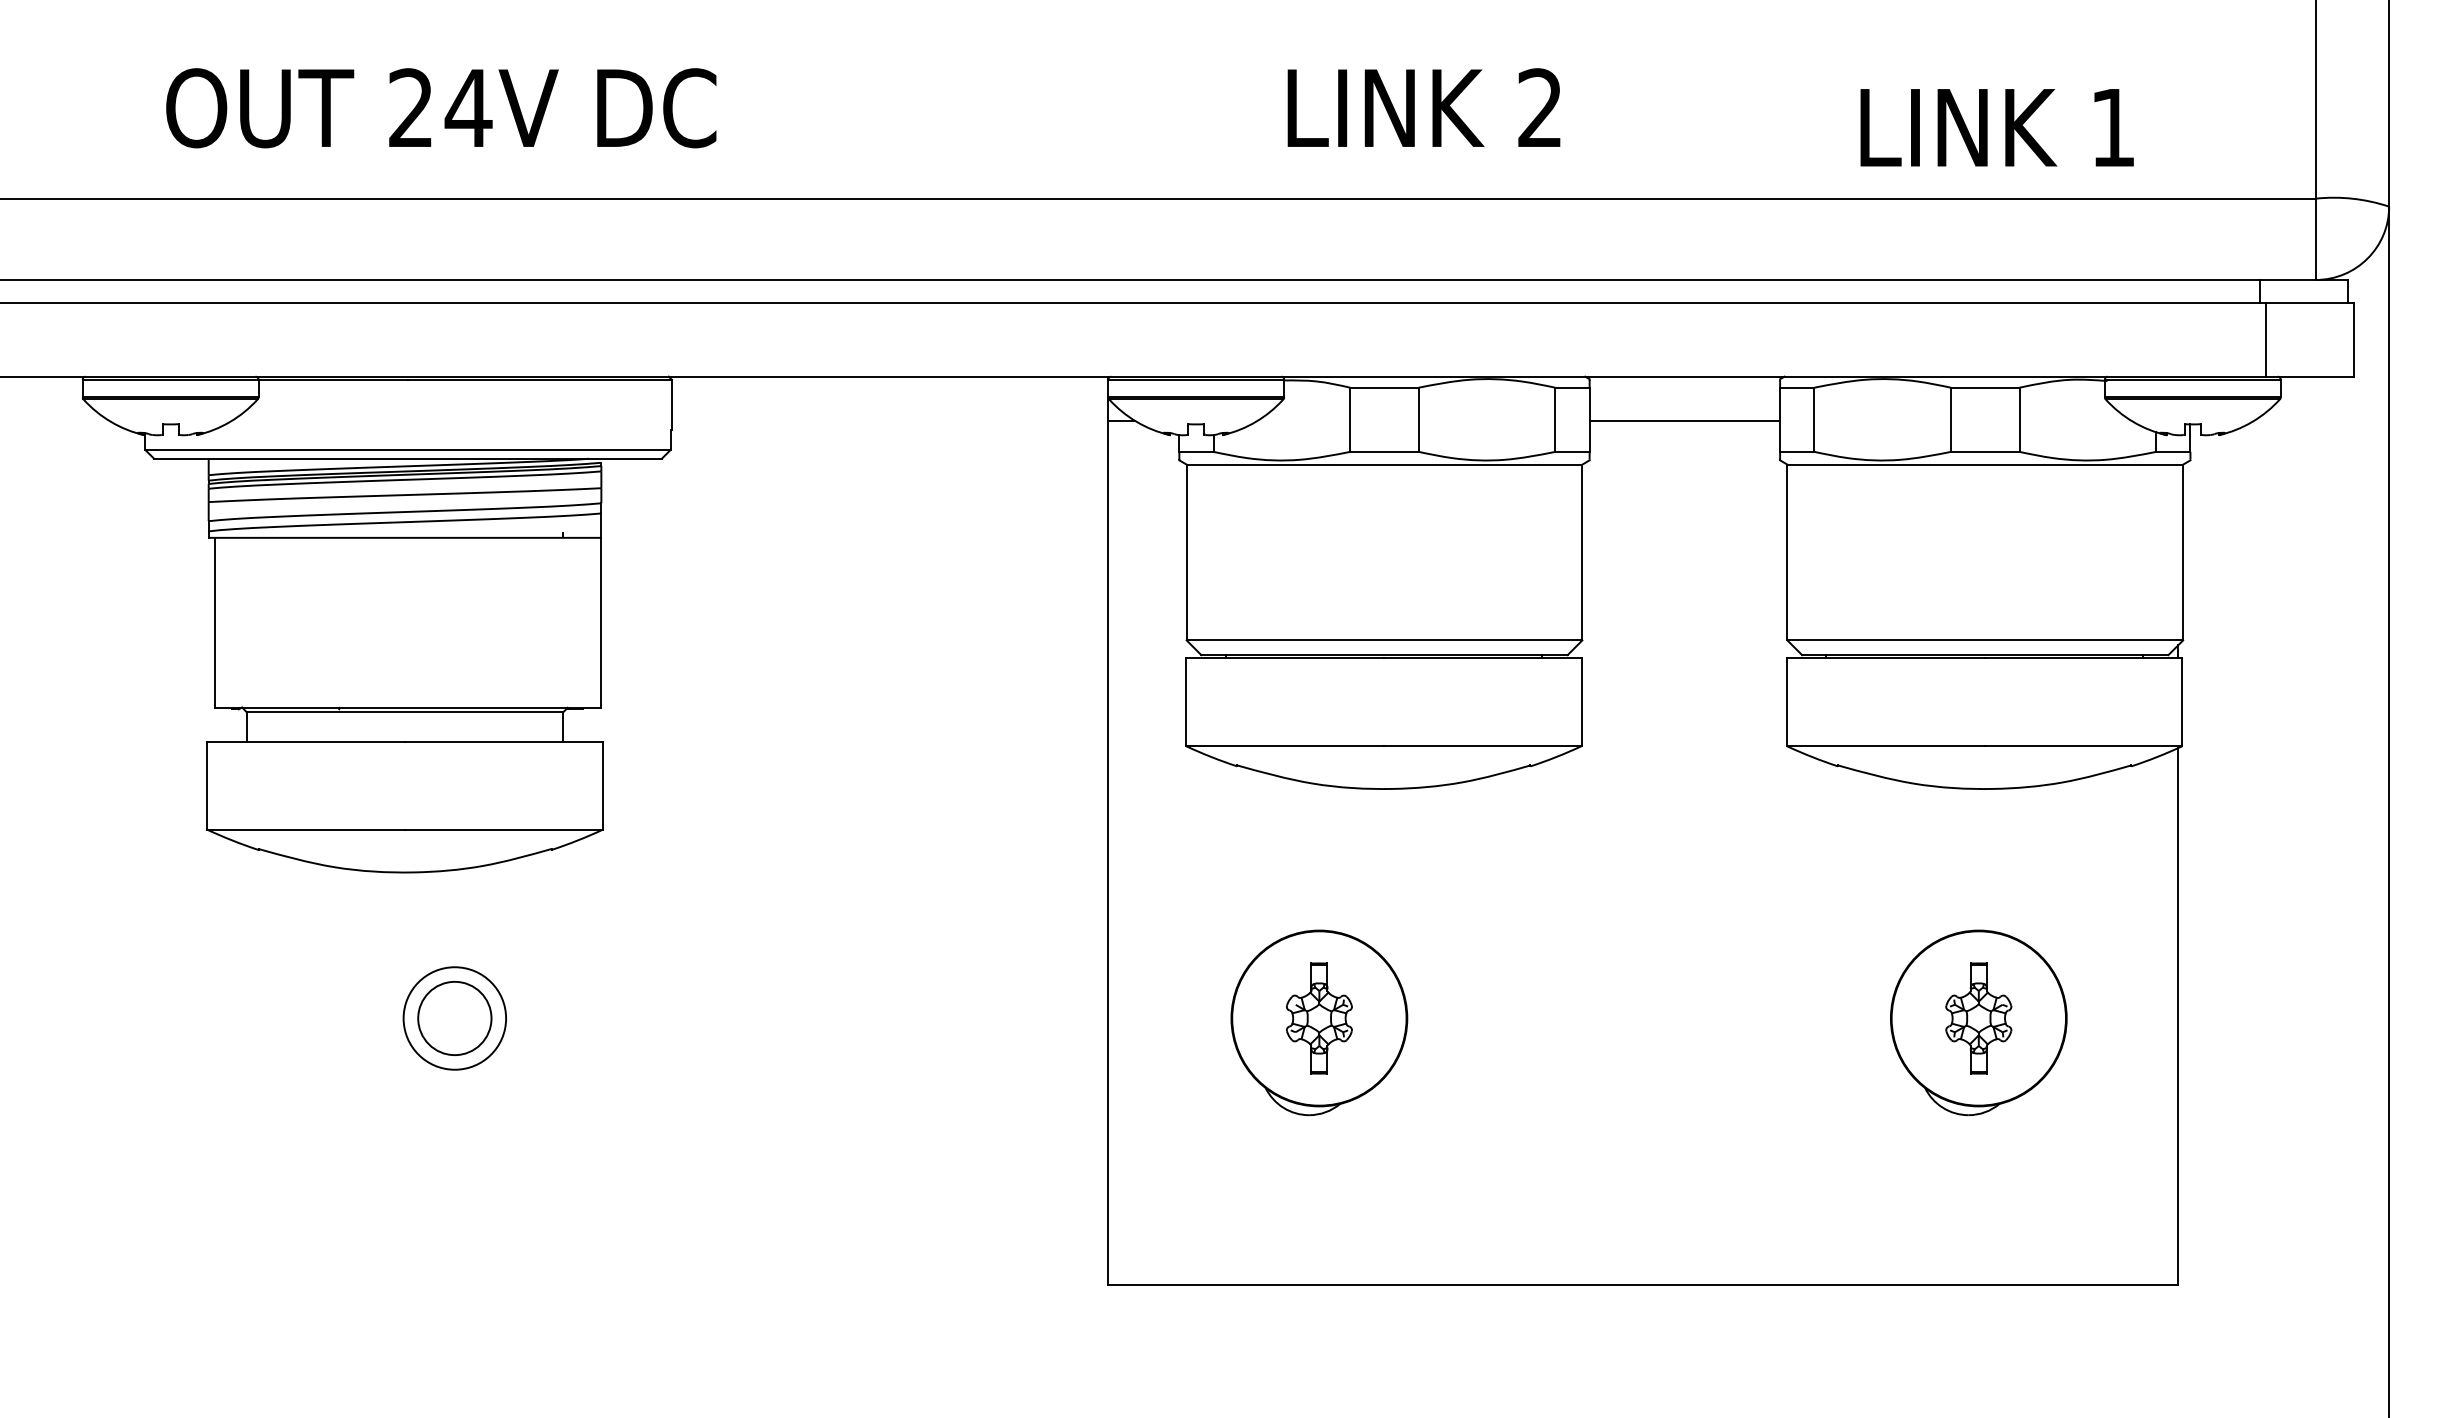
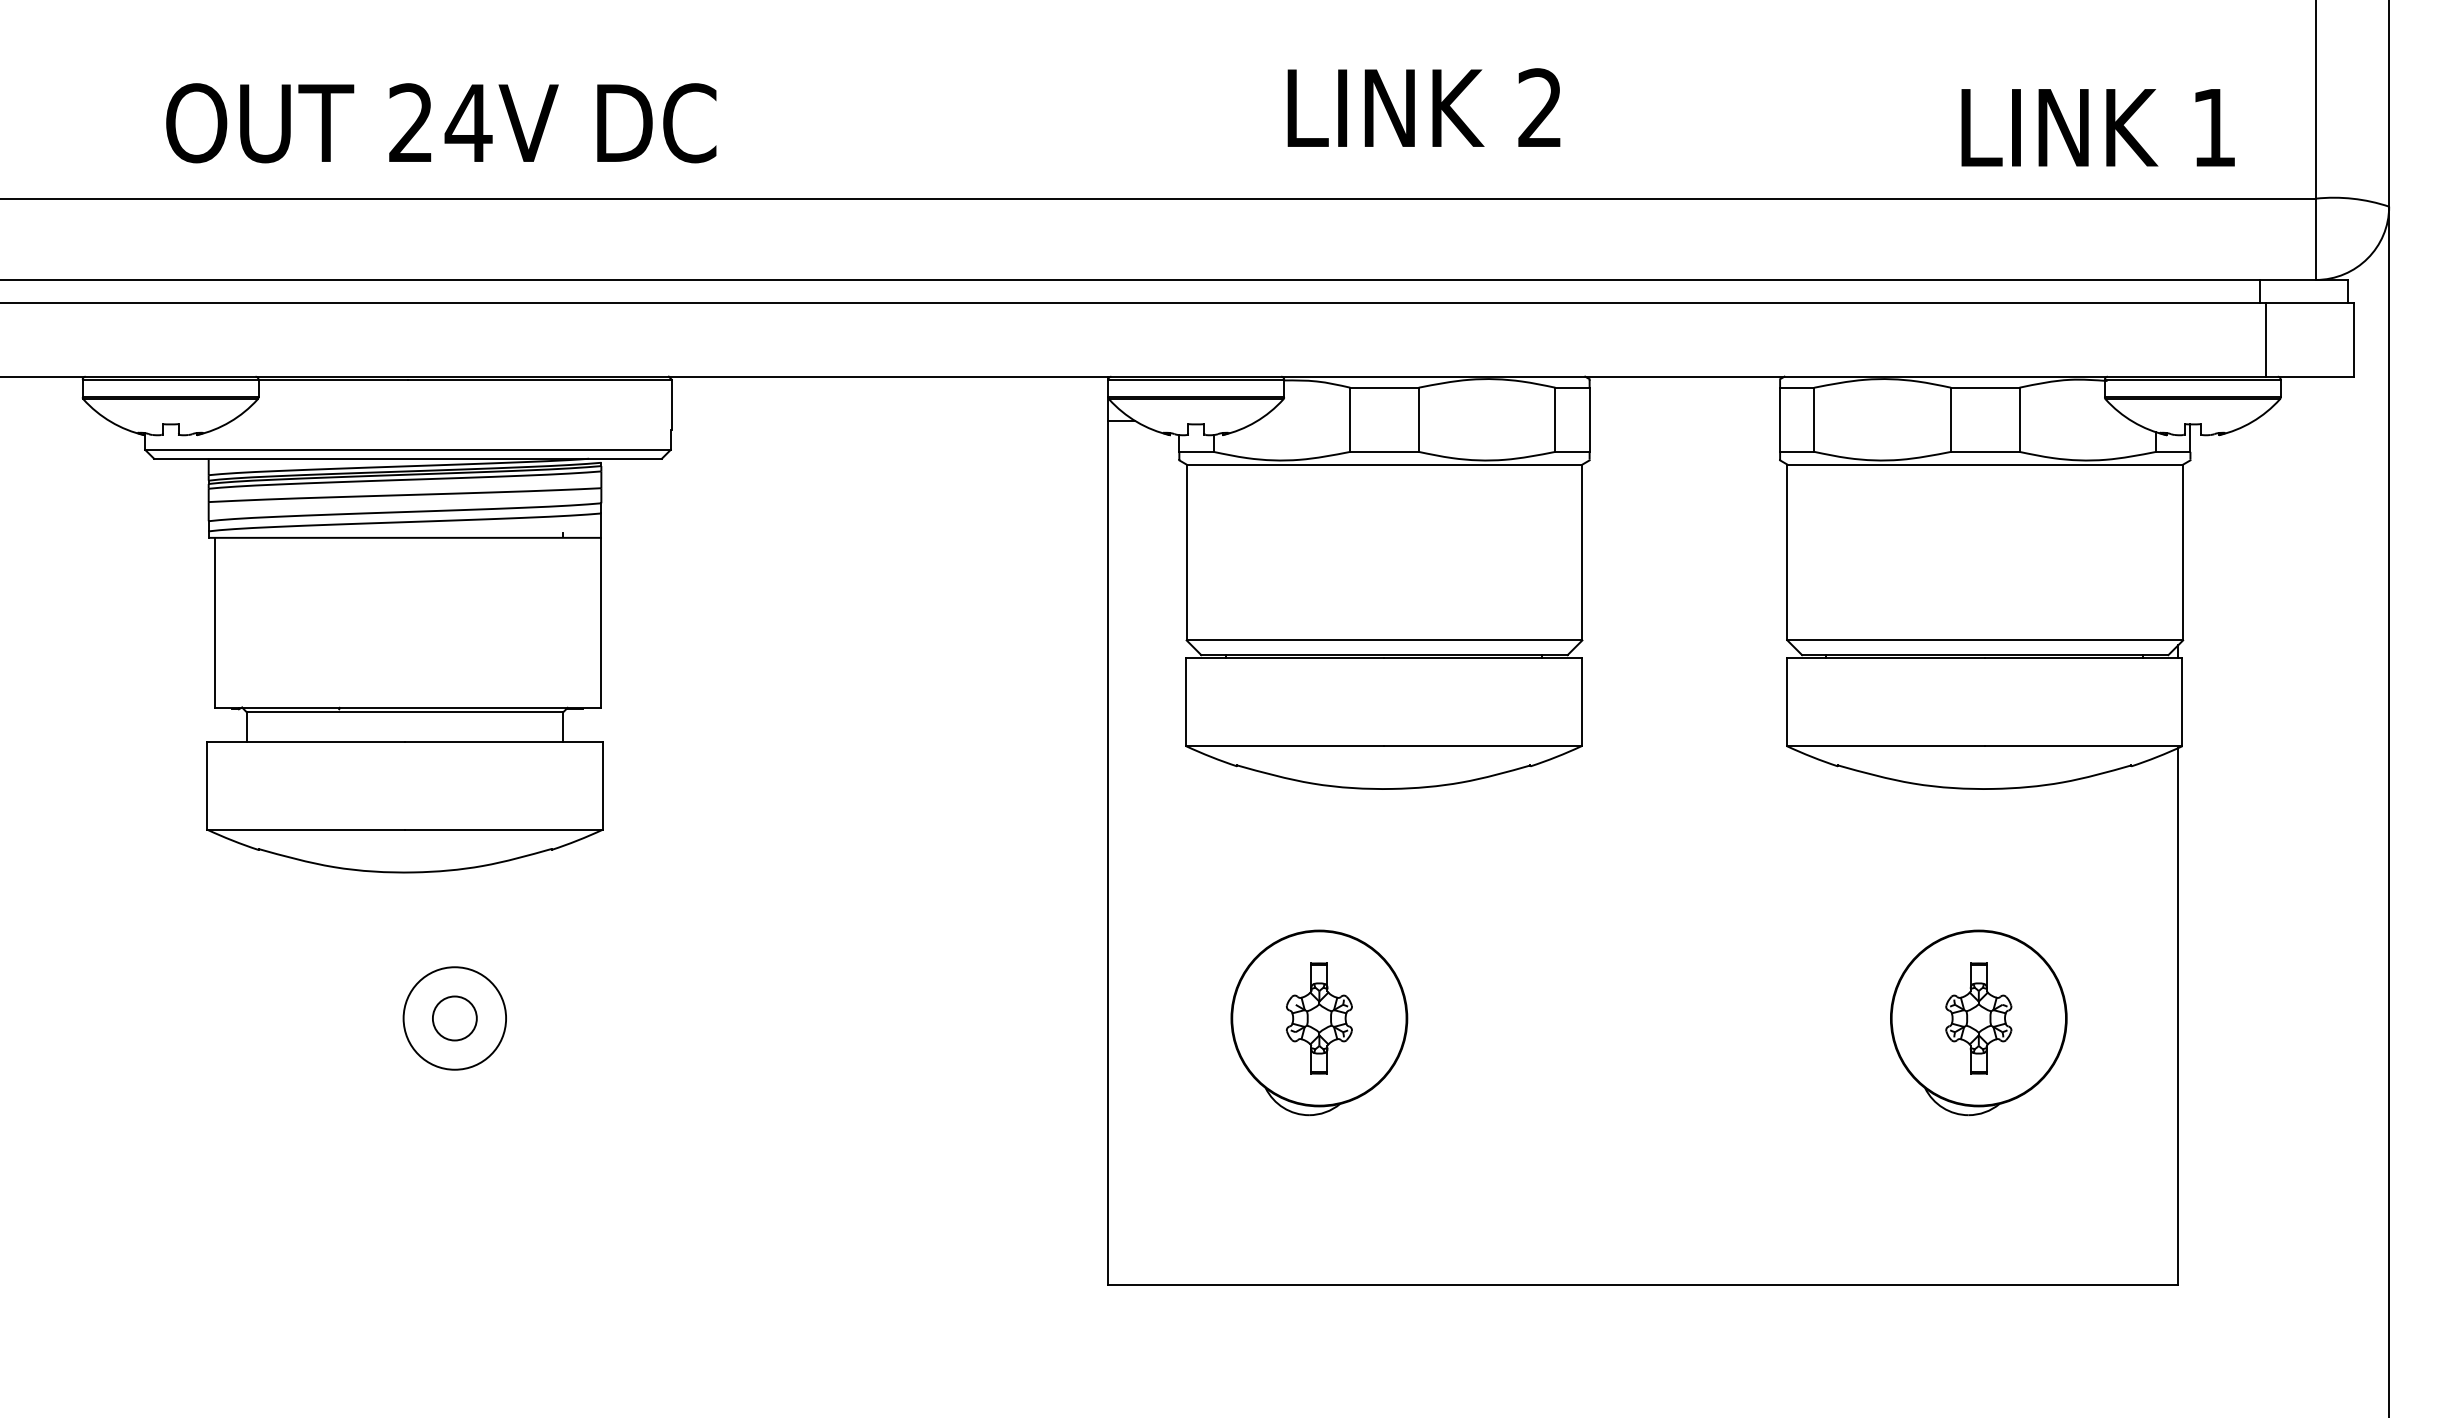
text at (441, 108) position: (441, 108) -> (441, 123)
text at (1996, 127) position: (1996, 127) -> (2097, 127)
line at (1684, 420): present -> none
circle at (454, 1018) diameter: 73 px -> 44 px
